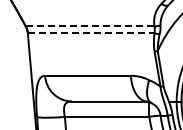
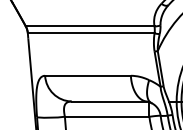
line at (90, 26): dashed -> solid
line at (91, 33): dashed -> solid
